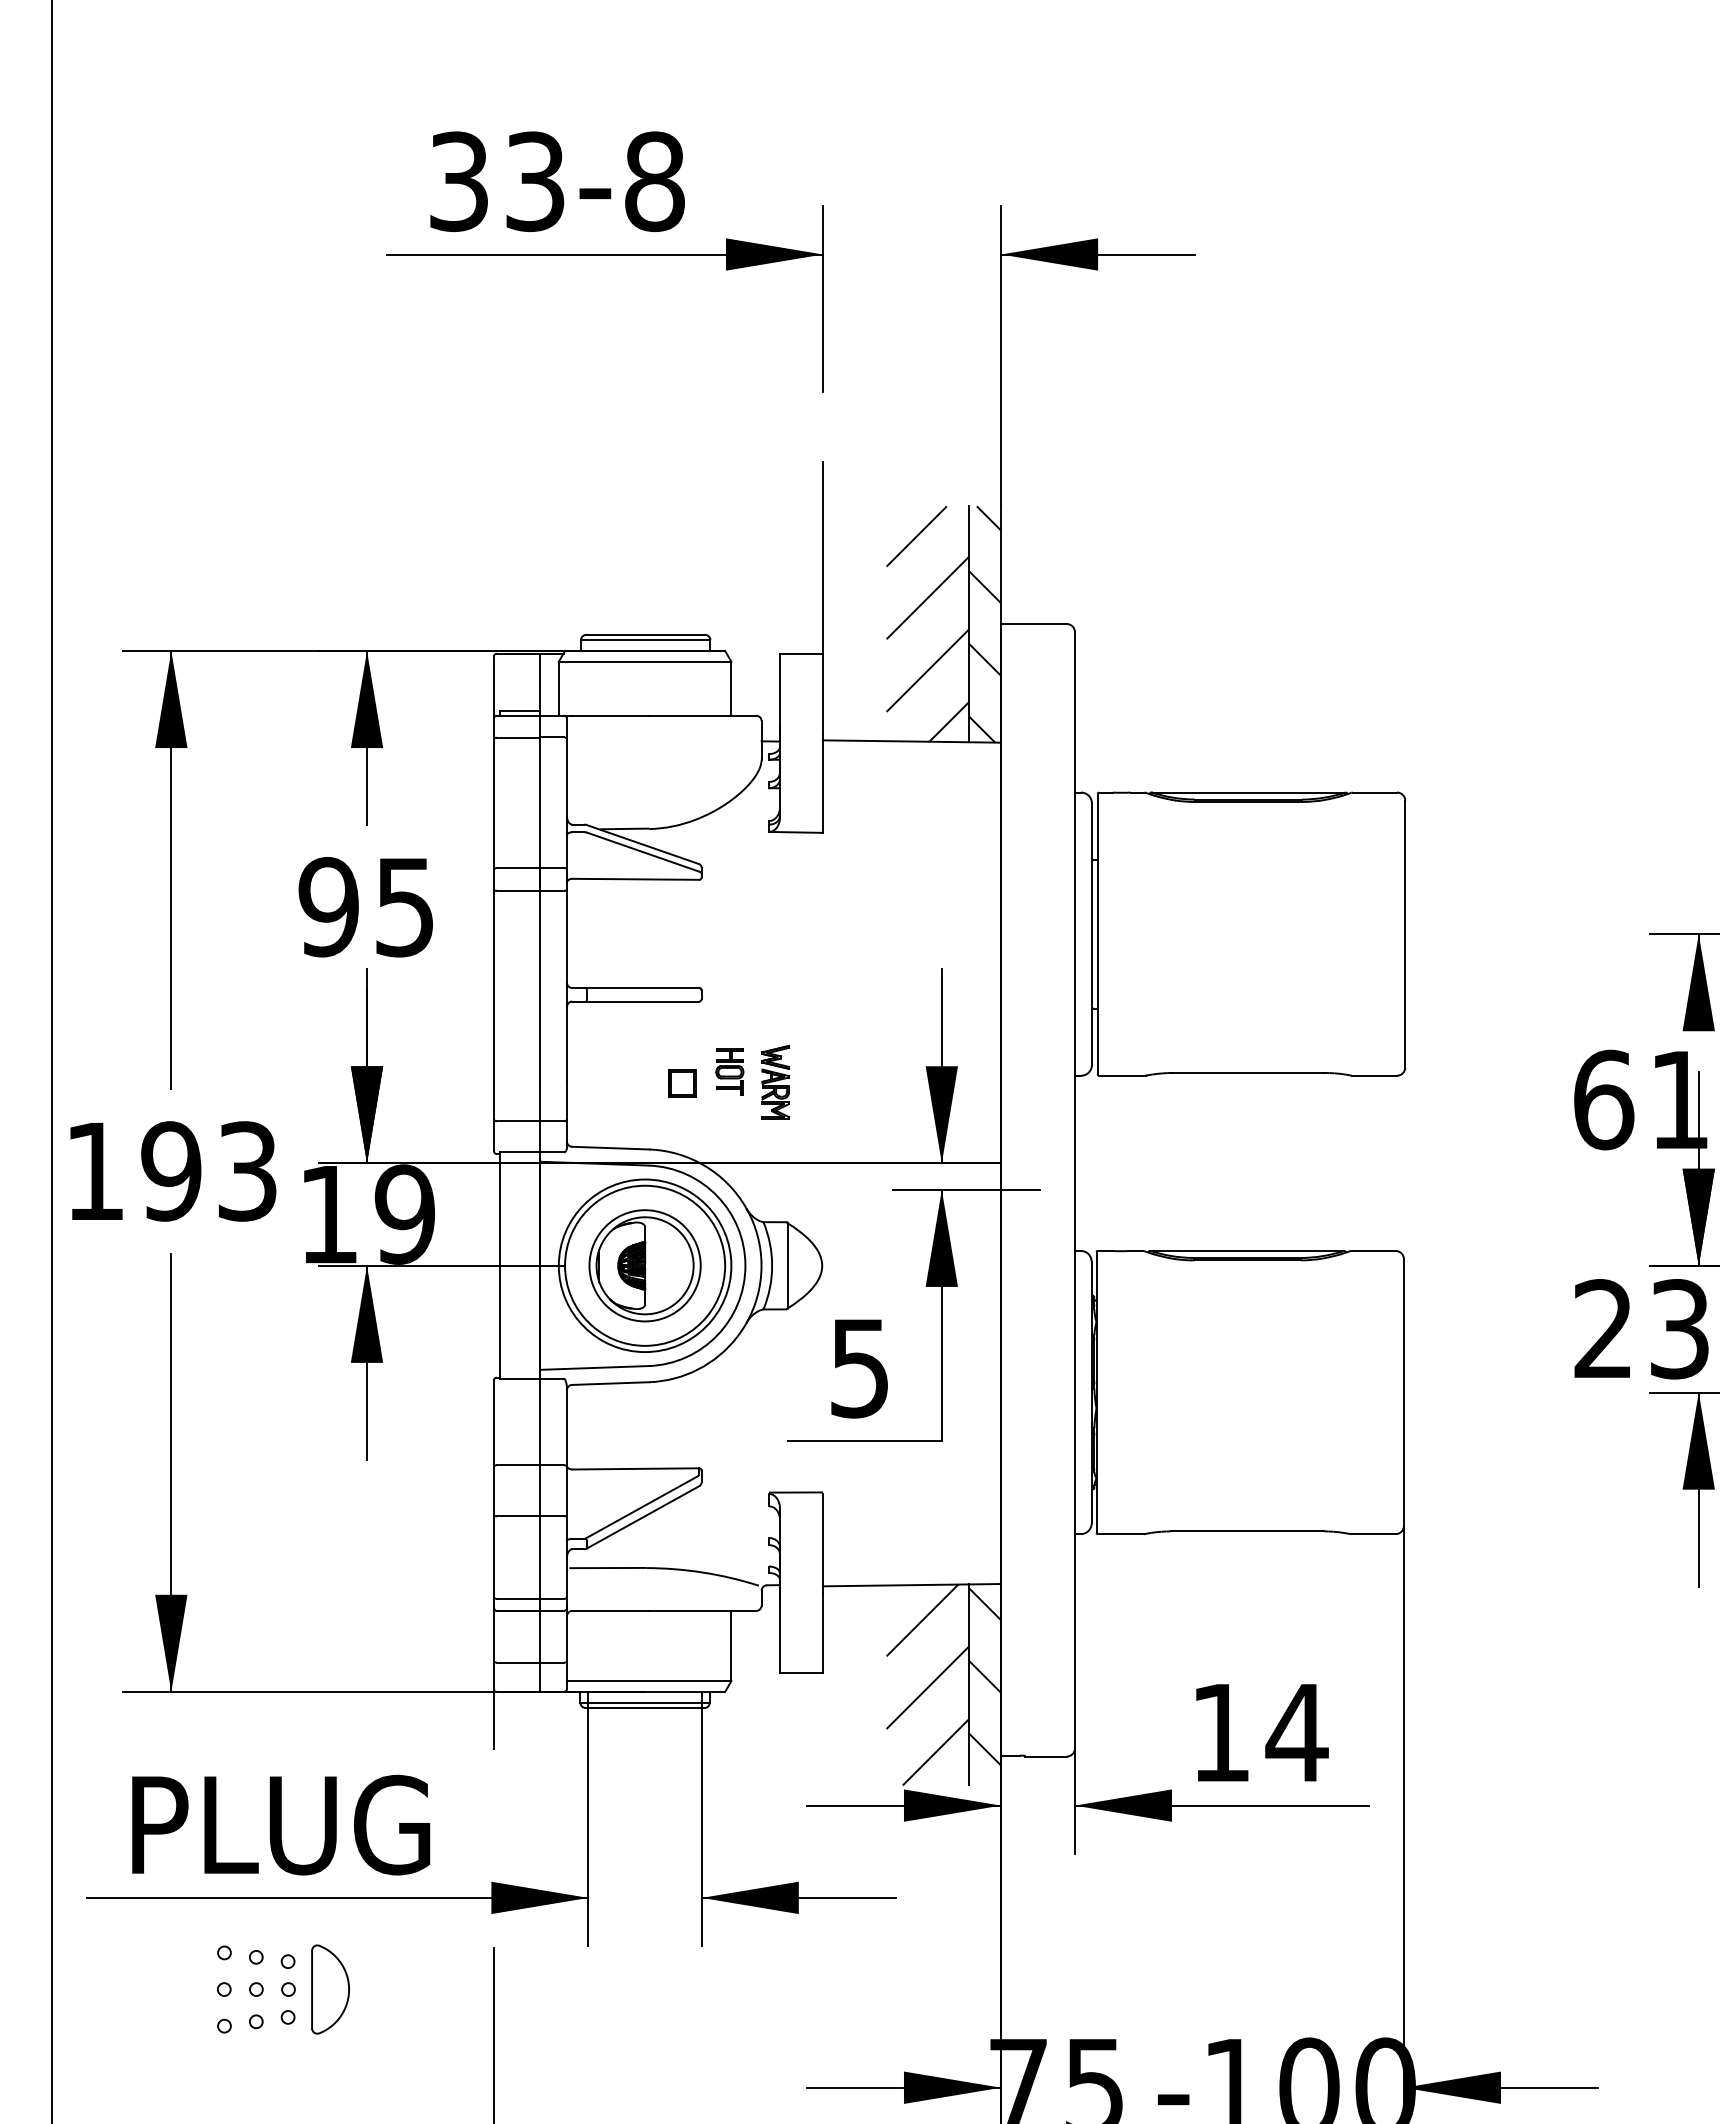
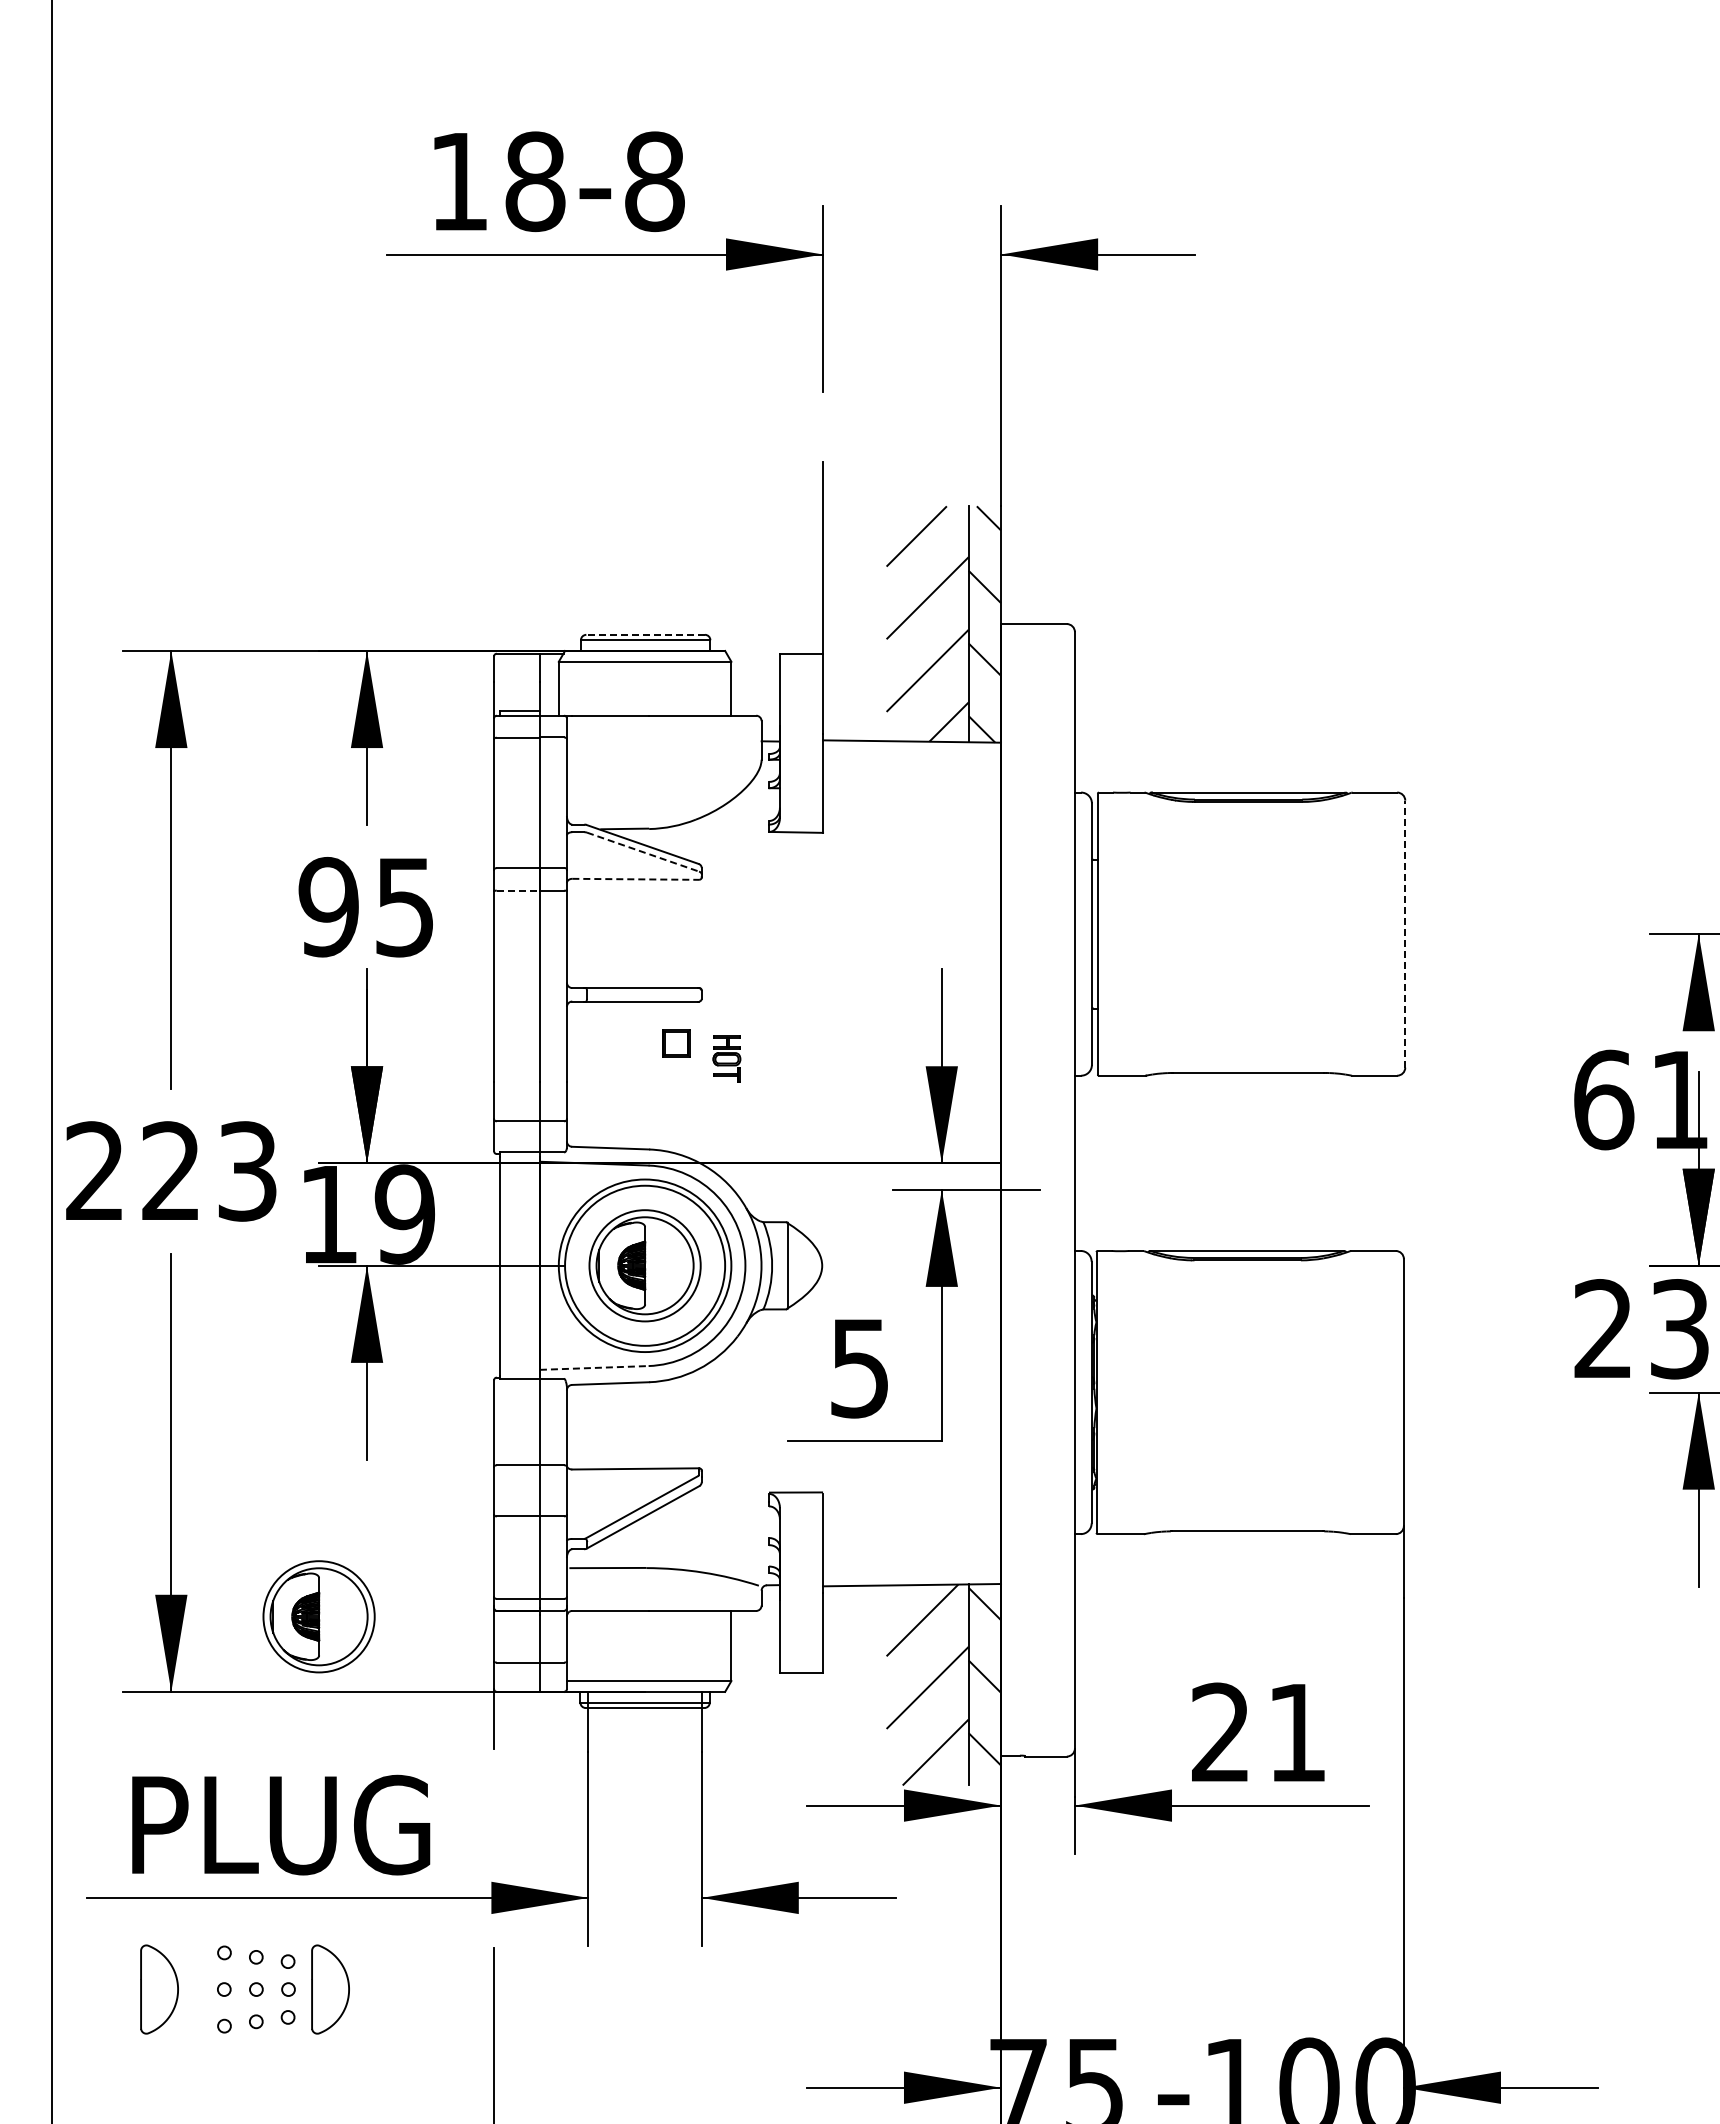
text at (497, 181): 33-8 -> 18-8
line at (645, 634): solid -> dashed
line at (643, 852): solid -> dashed
line at (636, 879): solid -> dashed
line at (518, 890): solid -> dashed
line at (1405, 933): solid -> dashed
part at (729, 1071) position: (729, 1071) -> (726, 1058)
part at (775, 1081): present -> none
part at (682, 1083) position: (682, 1083) -> (676, 1043)
text at (133, 1171): 193 -> 223
line at (594, 1367): solid -> dashed
part at (318, 1616): none -> present
text at (1260, 1731): 14 -> 21
part at (159, 1989): none -> present
